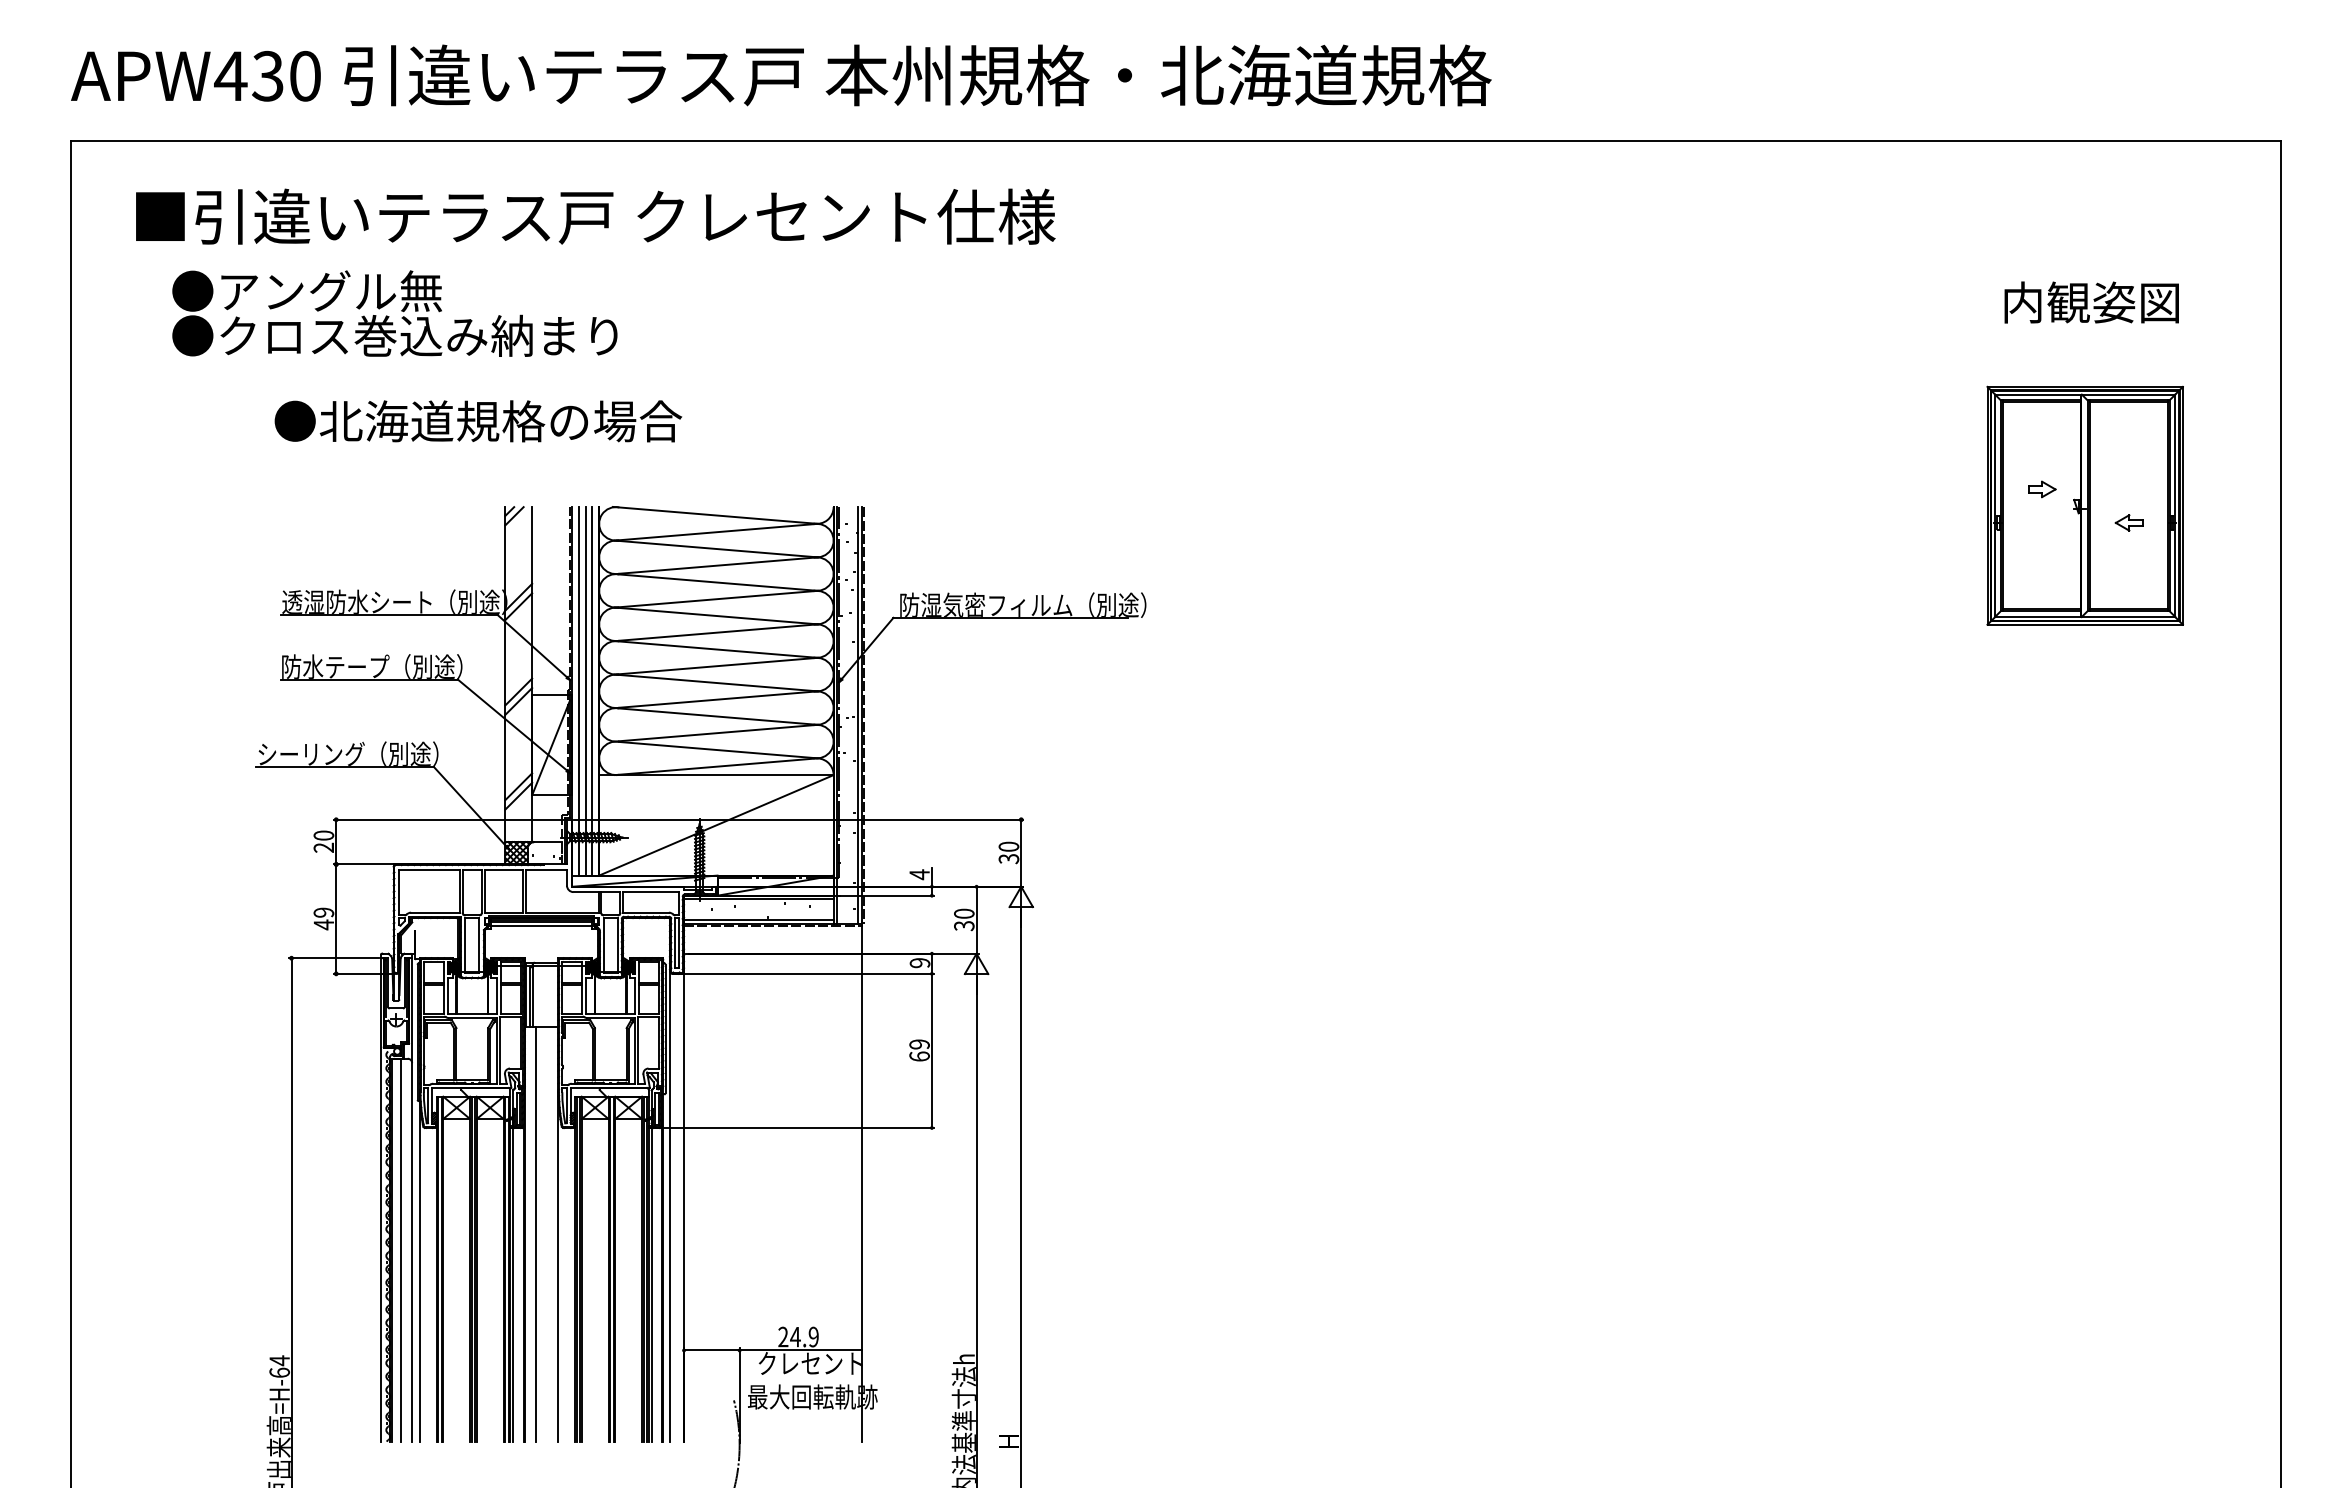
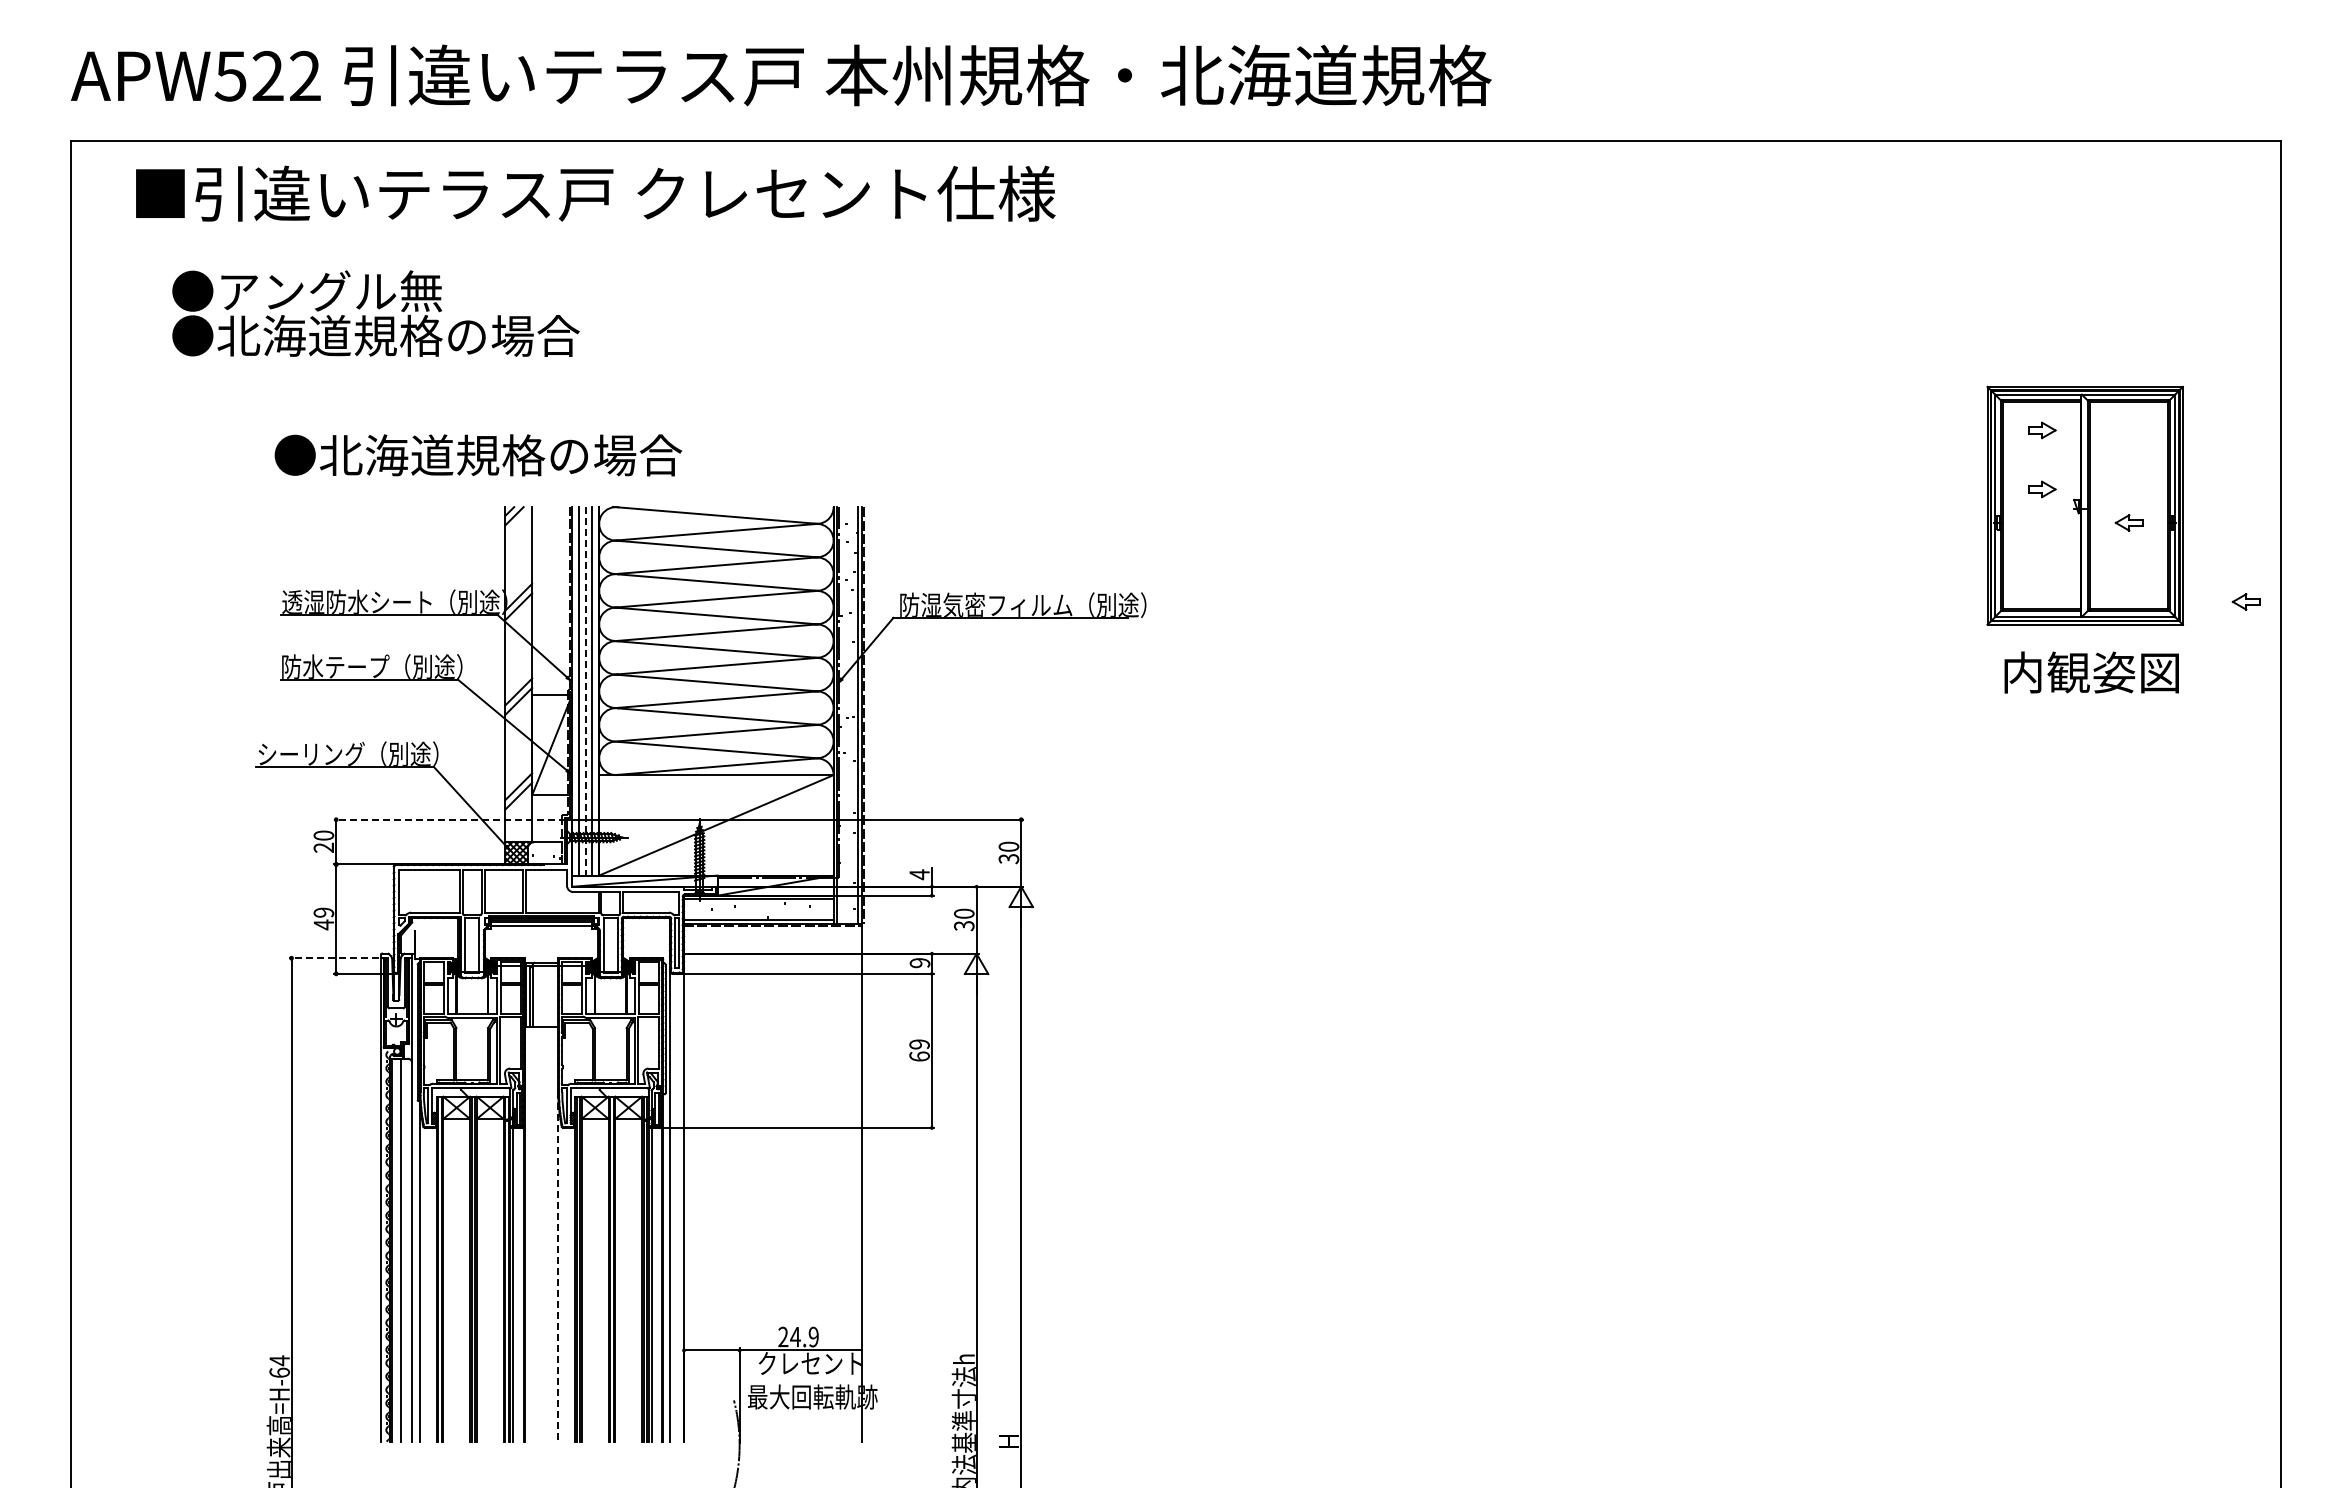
text at (267, 76): APW430 -> APW522
text at (595, 216) position: (595, 216) -> (595, 193)
text at (2091, 302) position: (2091, 302) -> (2091, 672)
text at (417, 335): ●クロス巻込み納まり -> ●北海道規格の場合
text at (478, 421) position: (478, 421) -> (478, 455)
part at (2042, 430): none -> present
part at (2245, 601): none -> present
line at (585, 691): solid -> dashed
line at (449, 819): solid -> dashed
line at (333, 958): solid -> dashed
line at (535, 1234): present -> none
line at (558, 1266): solid -> dashed
